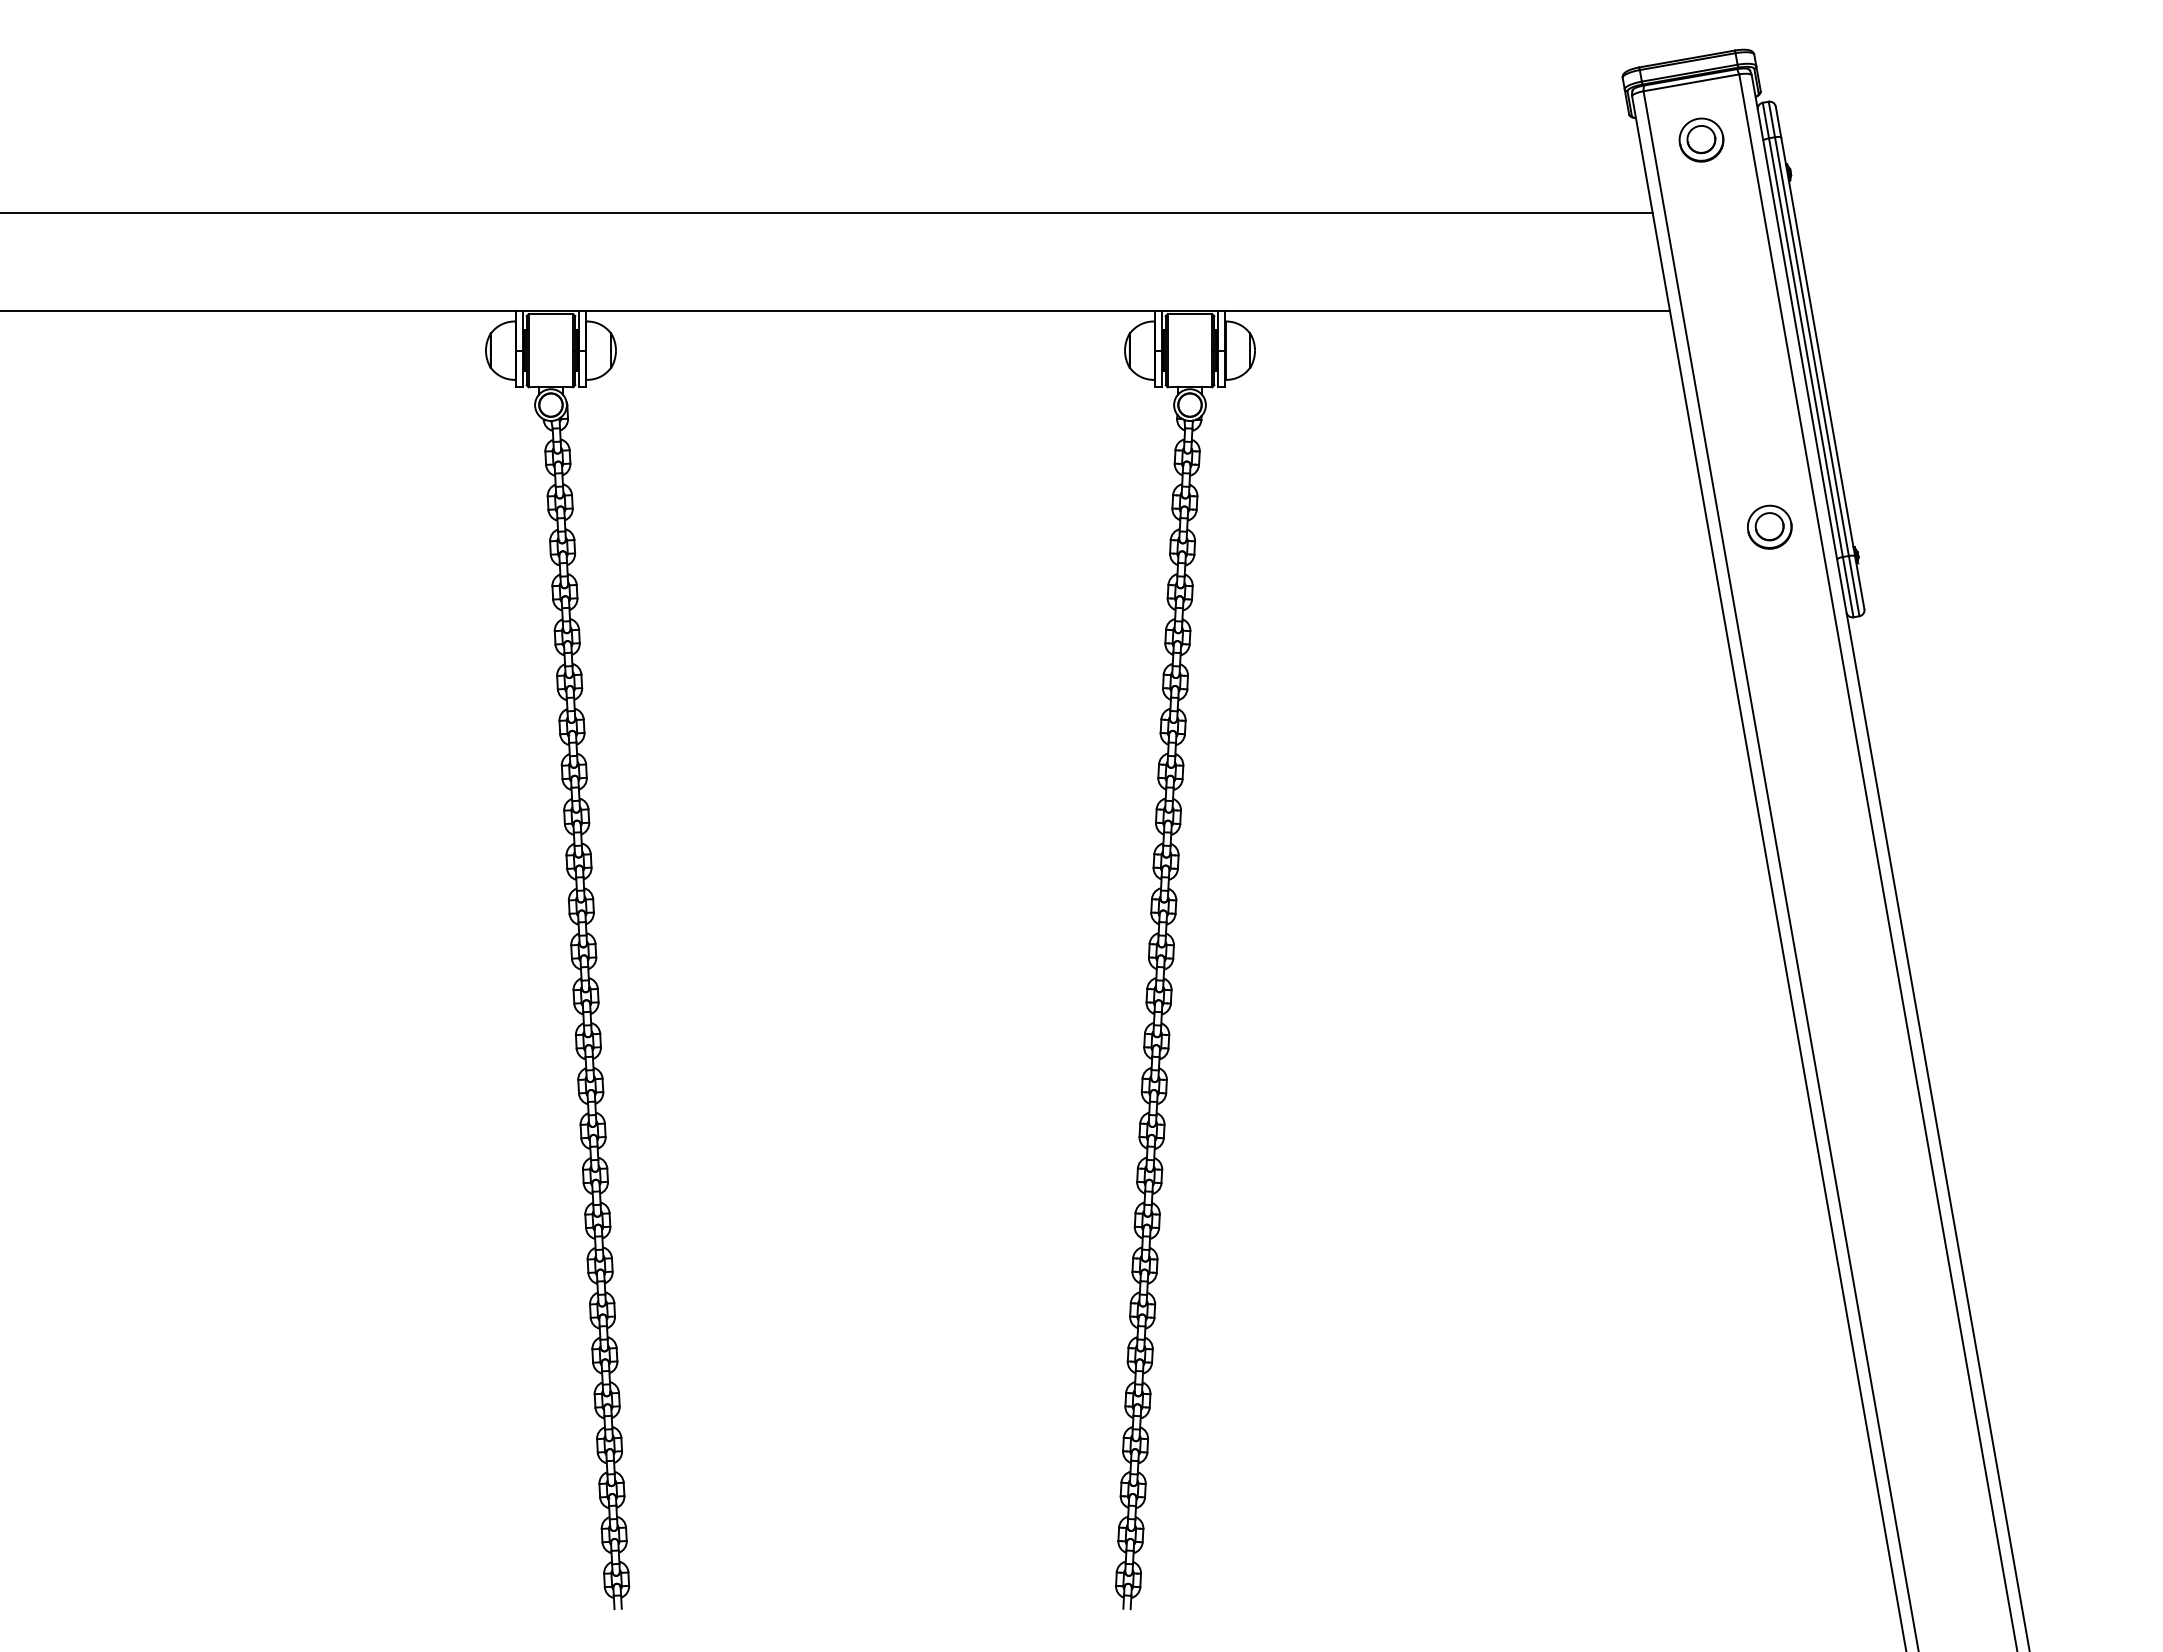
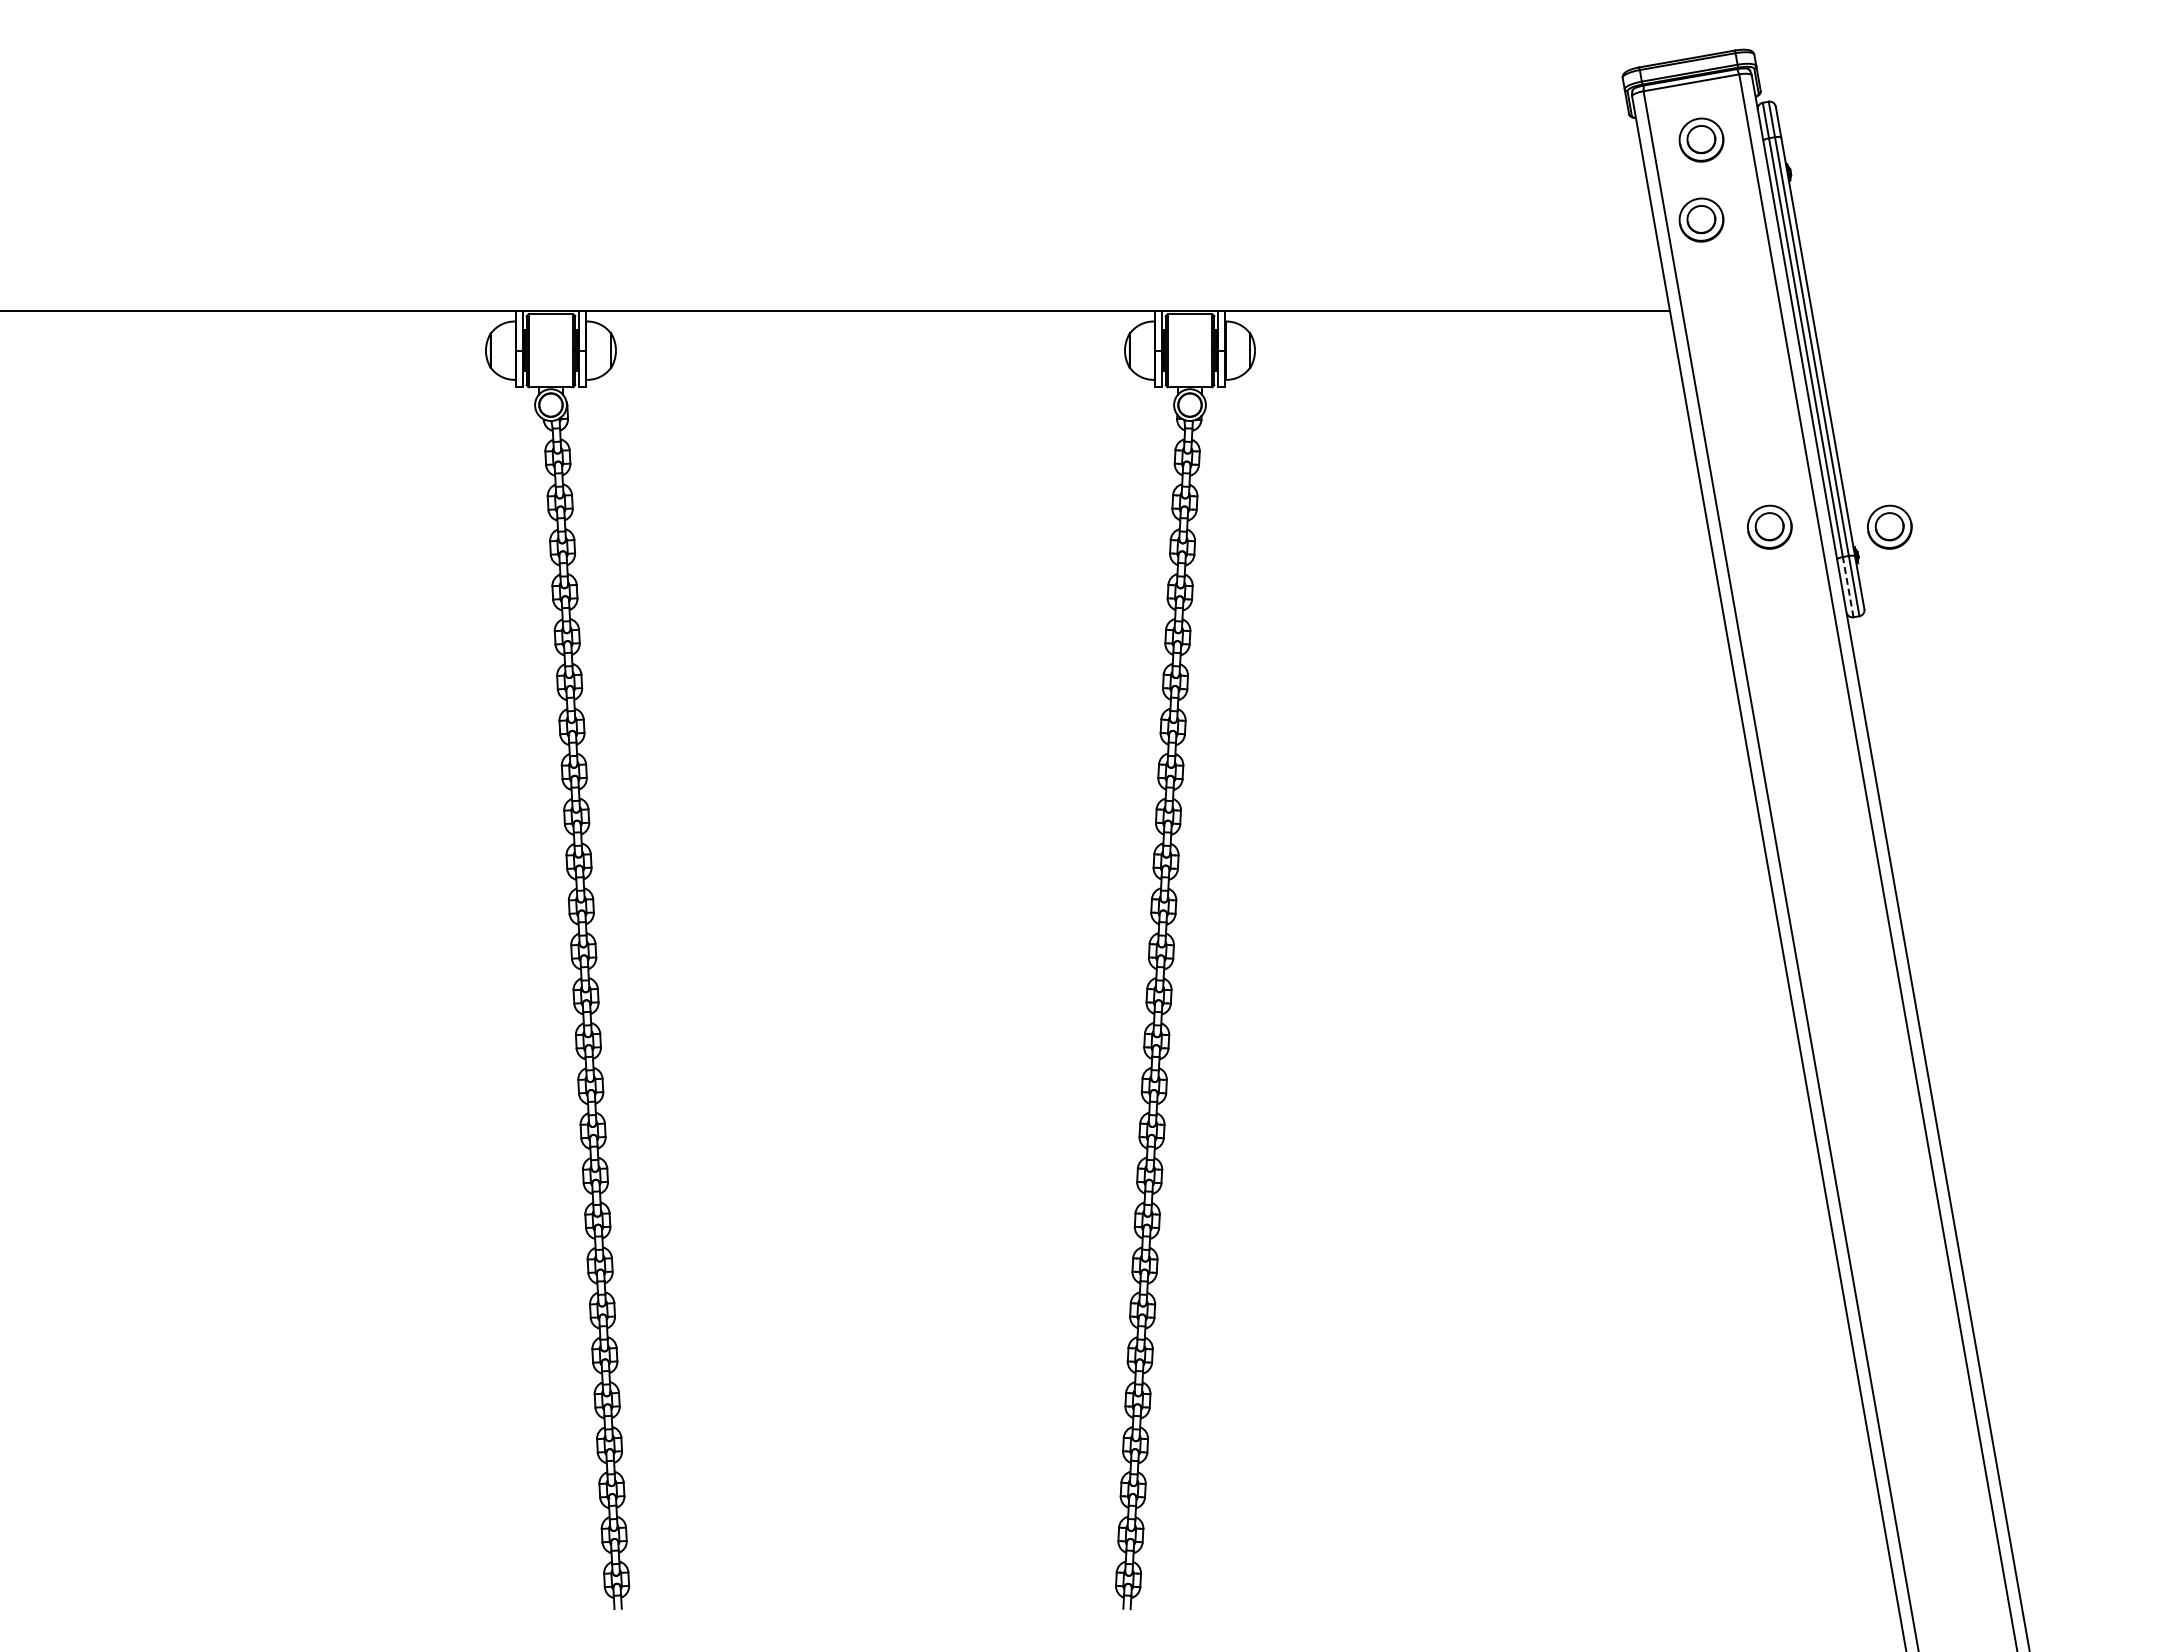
line at (827, 213): present -> none
part at (1701, 219): none -> present
part at (1889, 526): none -> present
line at (1848, 587): solid -> dashed
